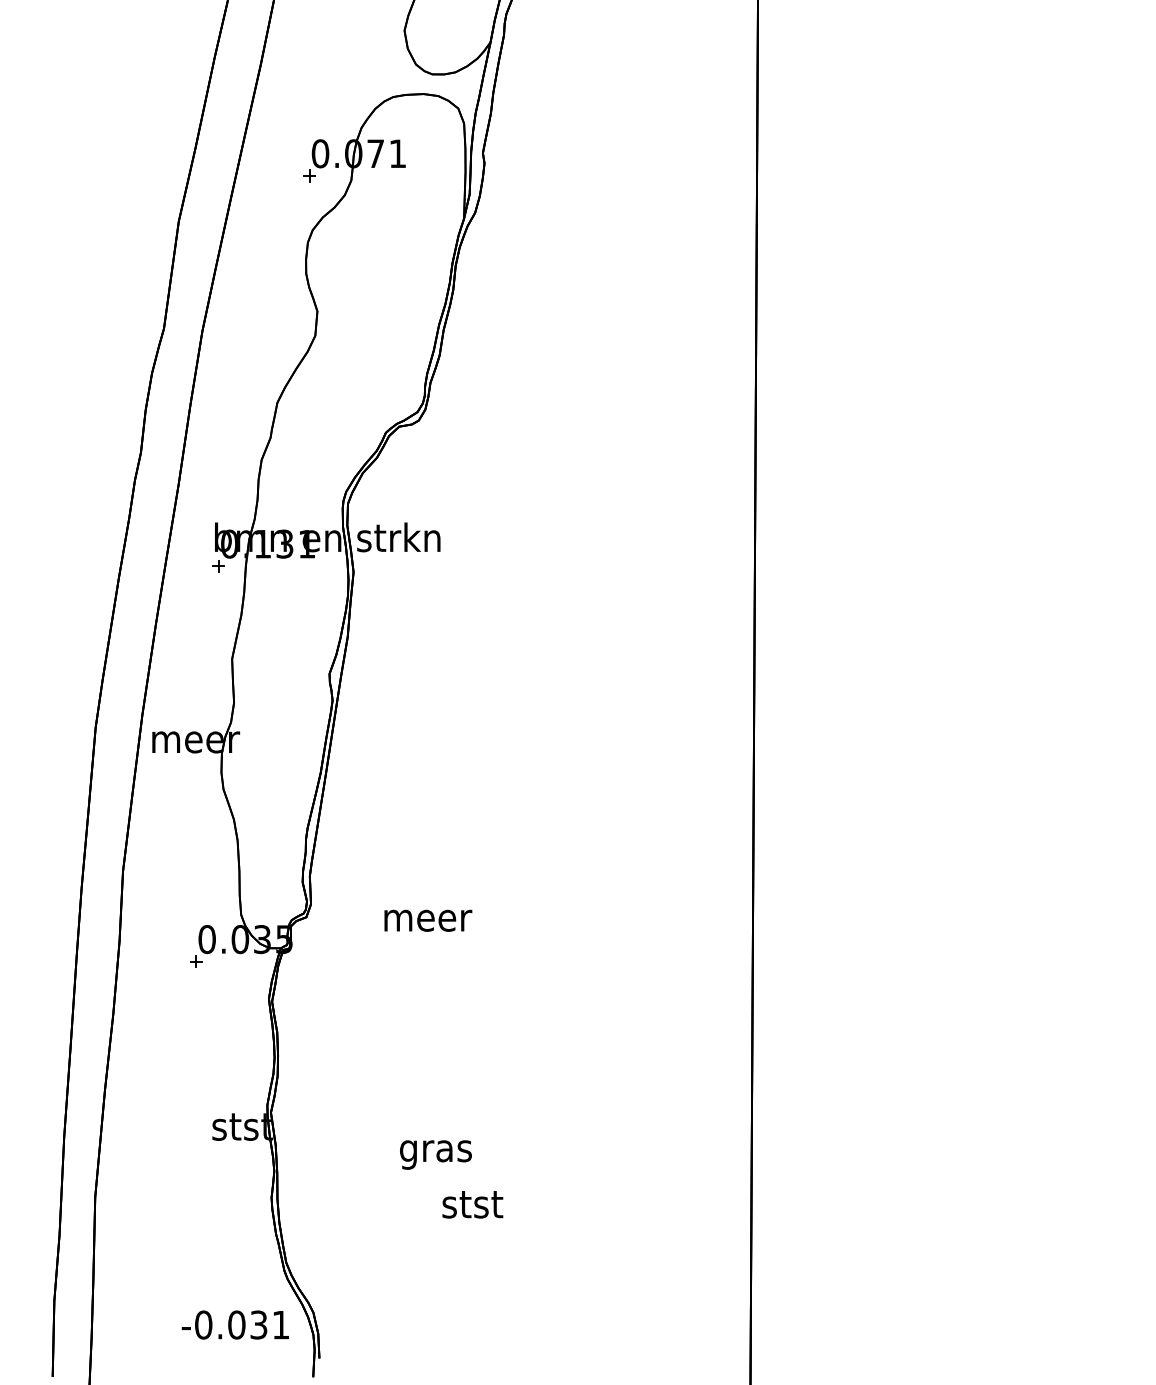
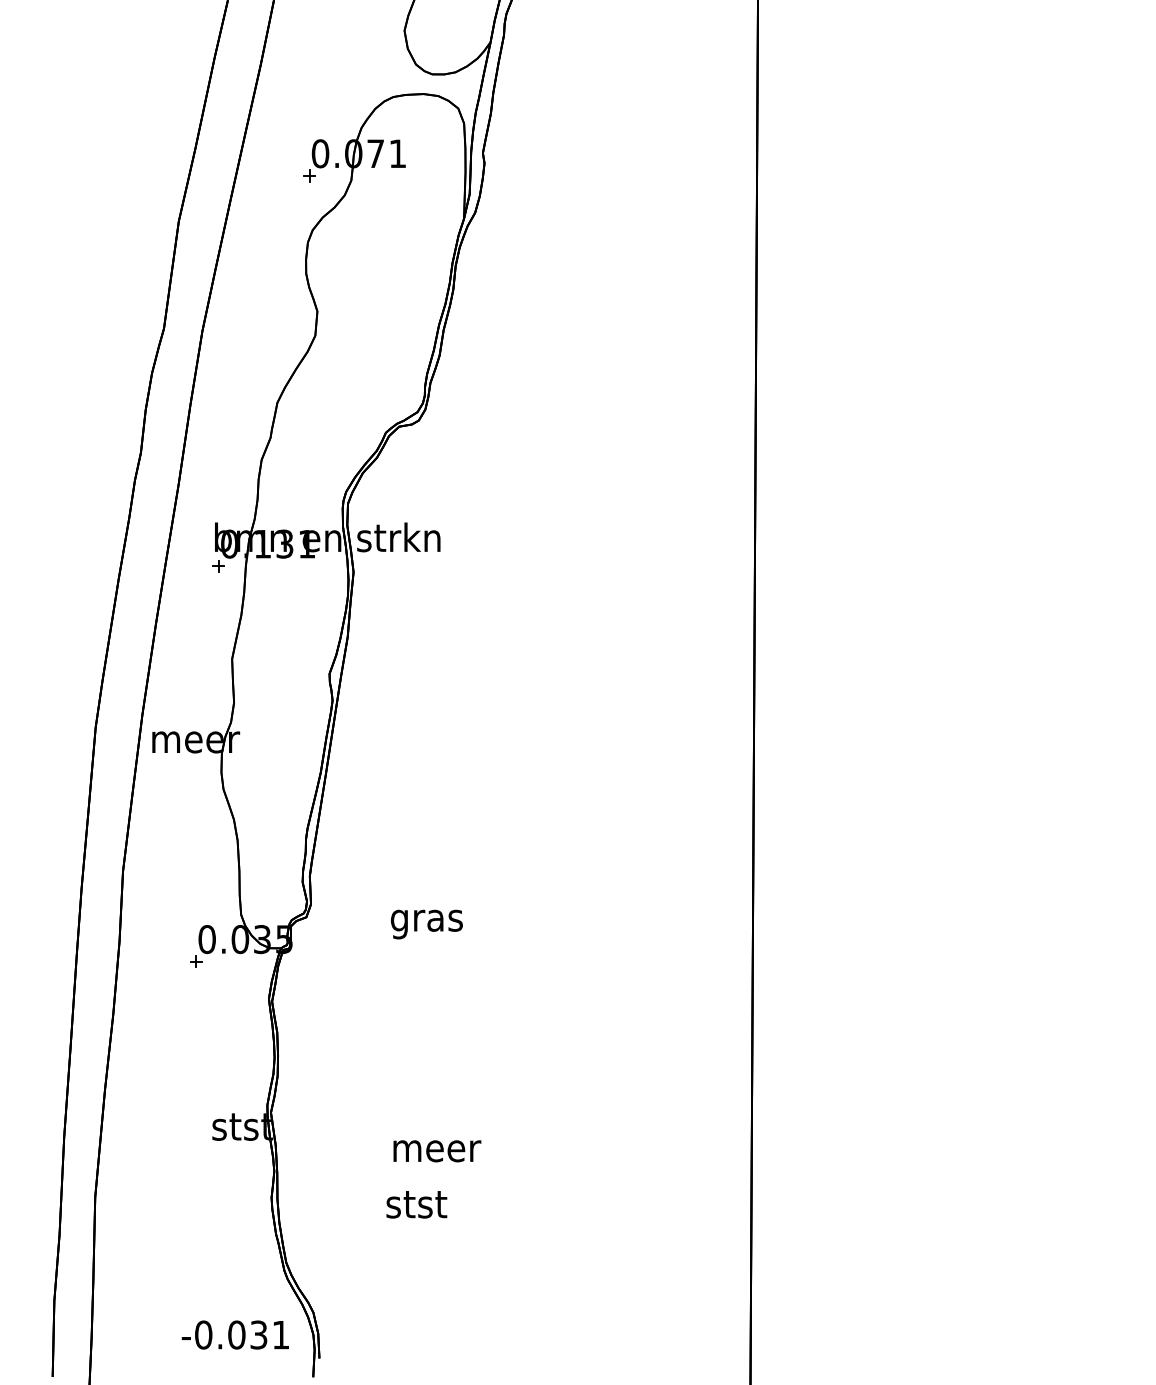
text at (428, 924): meer -> gras
text at (437, 1154): gras -> meer
text at (472, 1204) position: (472, 1204) -> (416, 1204)
text at (234, 1324) position: (234, 1324) -> (234, 1334)
